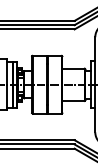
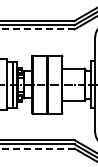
line at (37, 29): solid -> dashed
line at (37, 148): solid -> dashed
